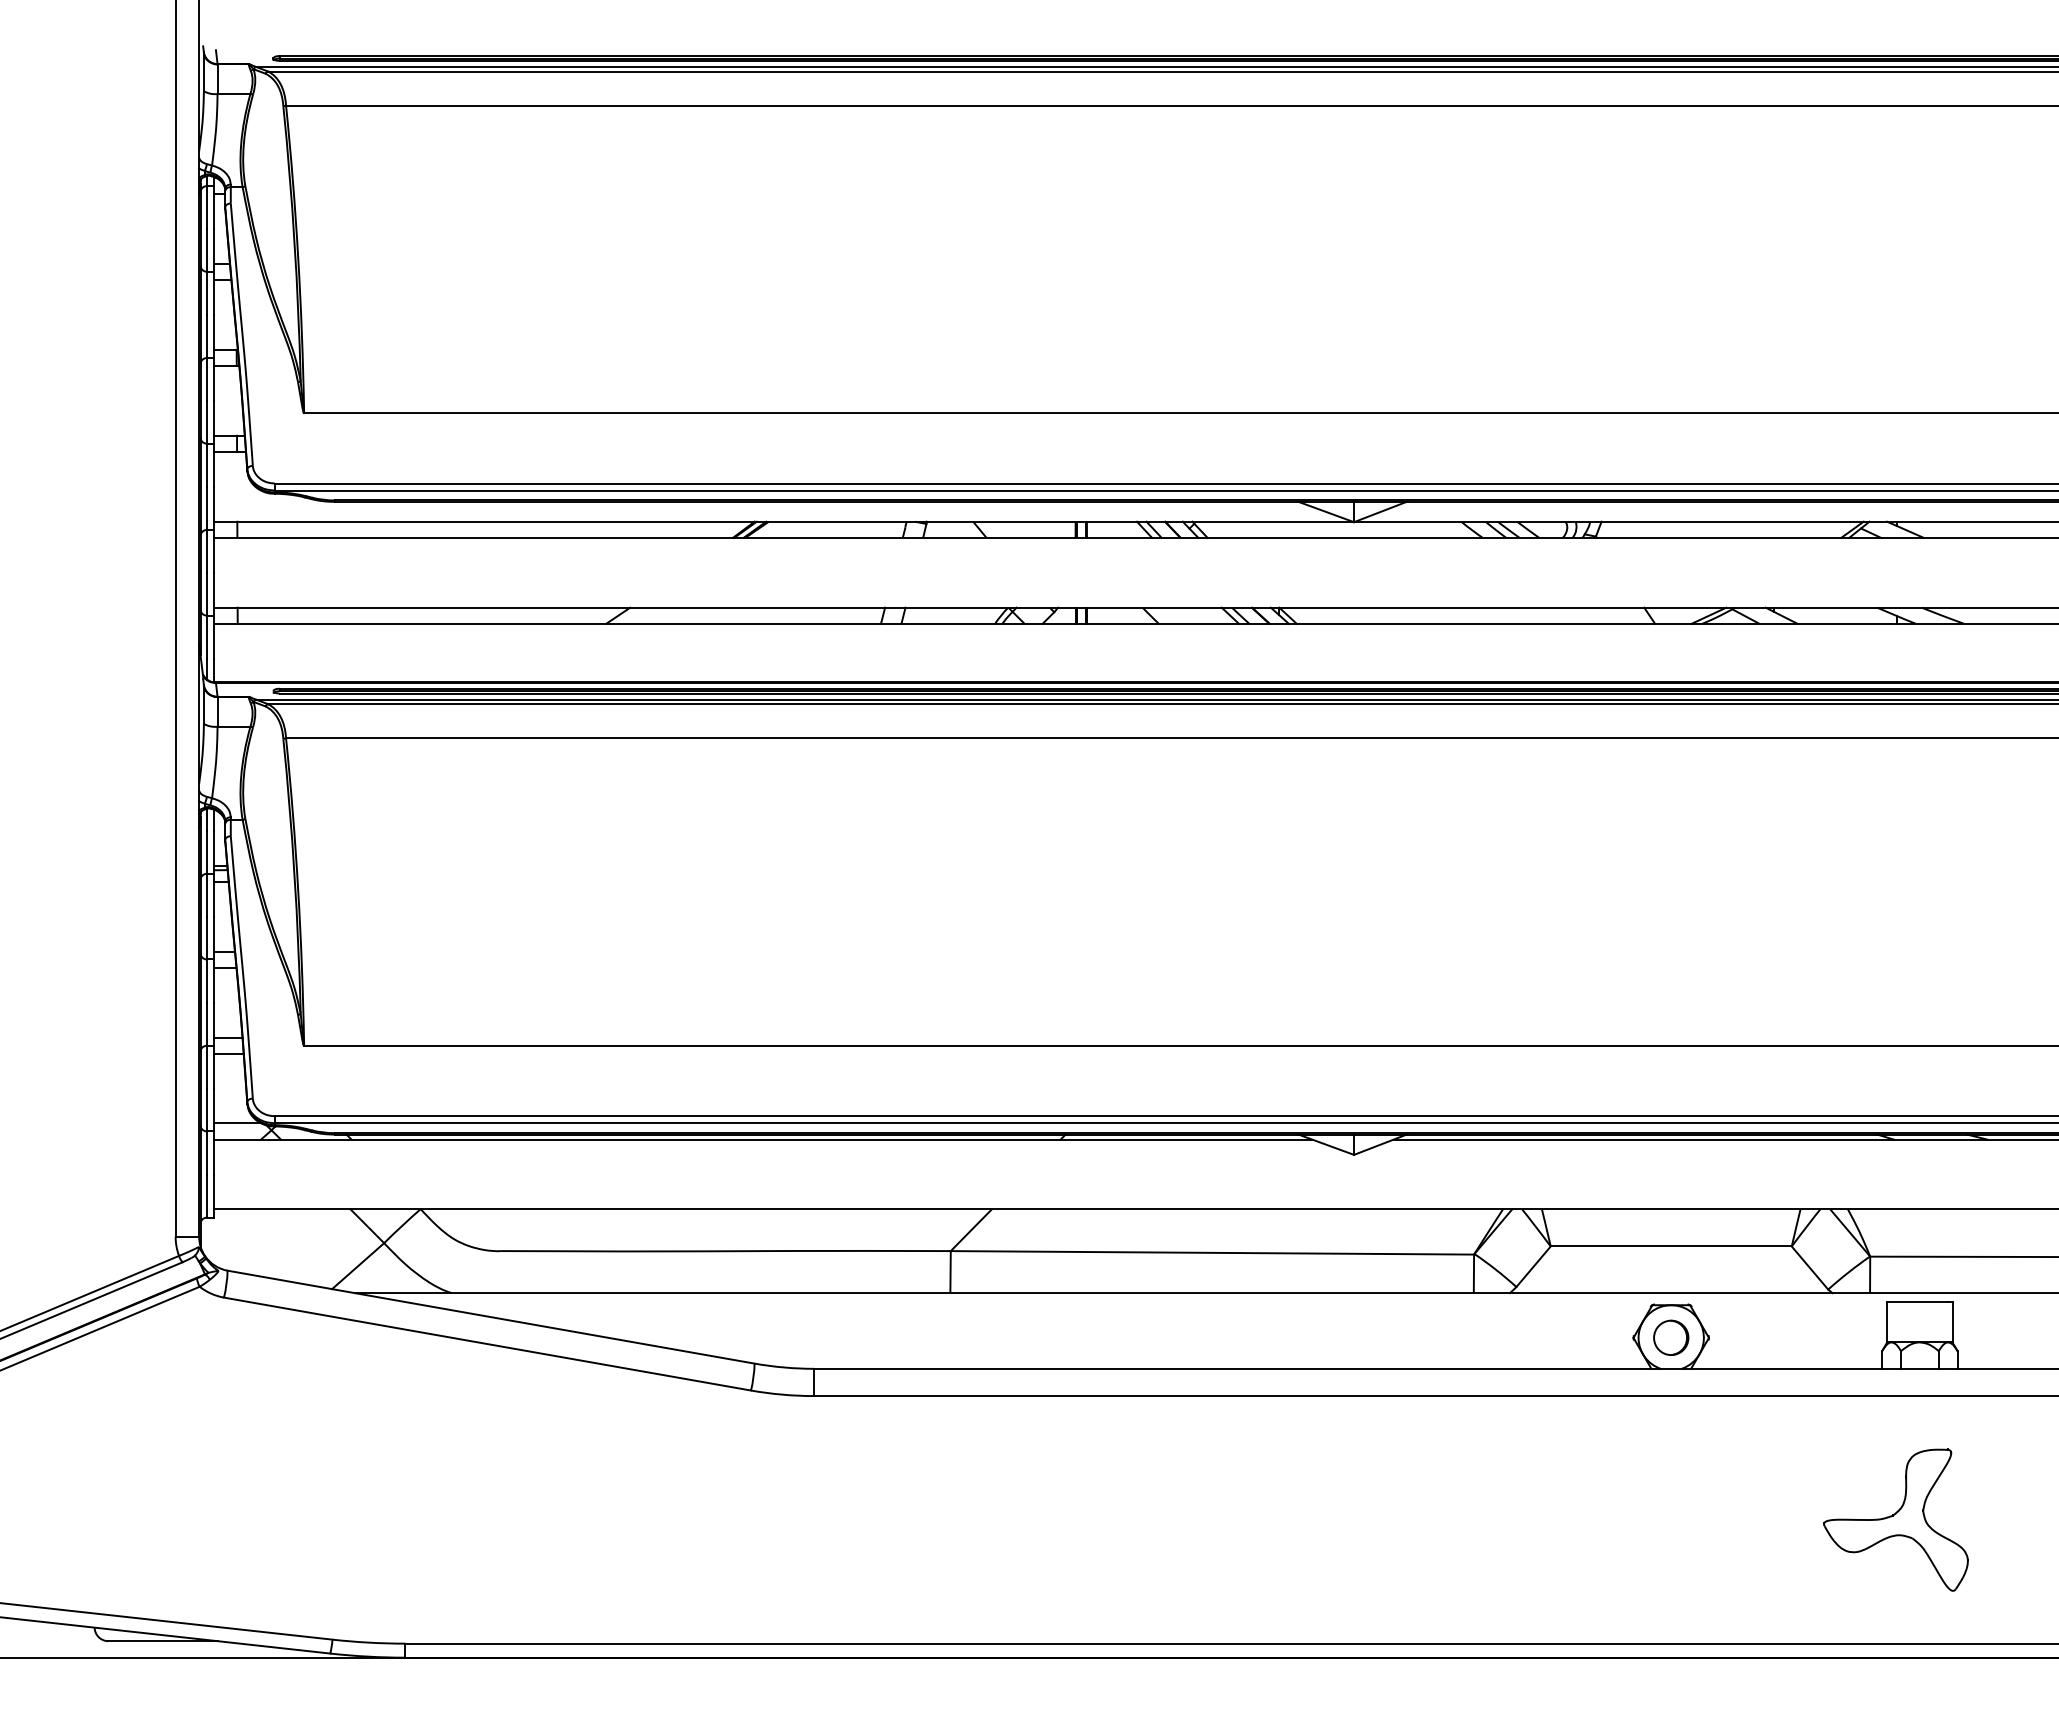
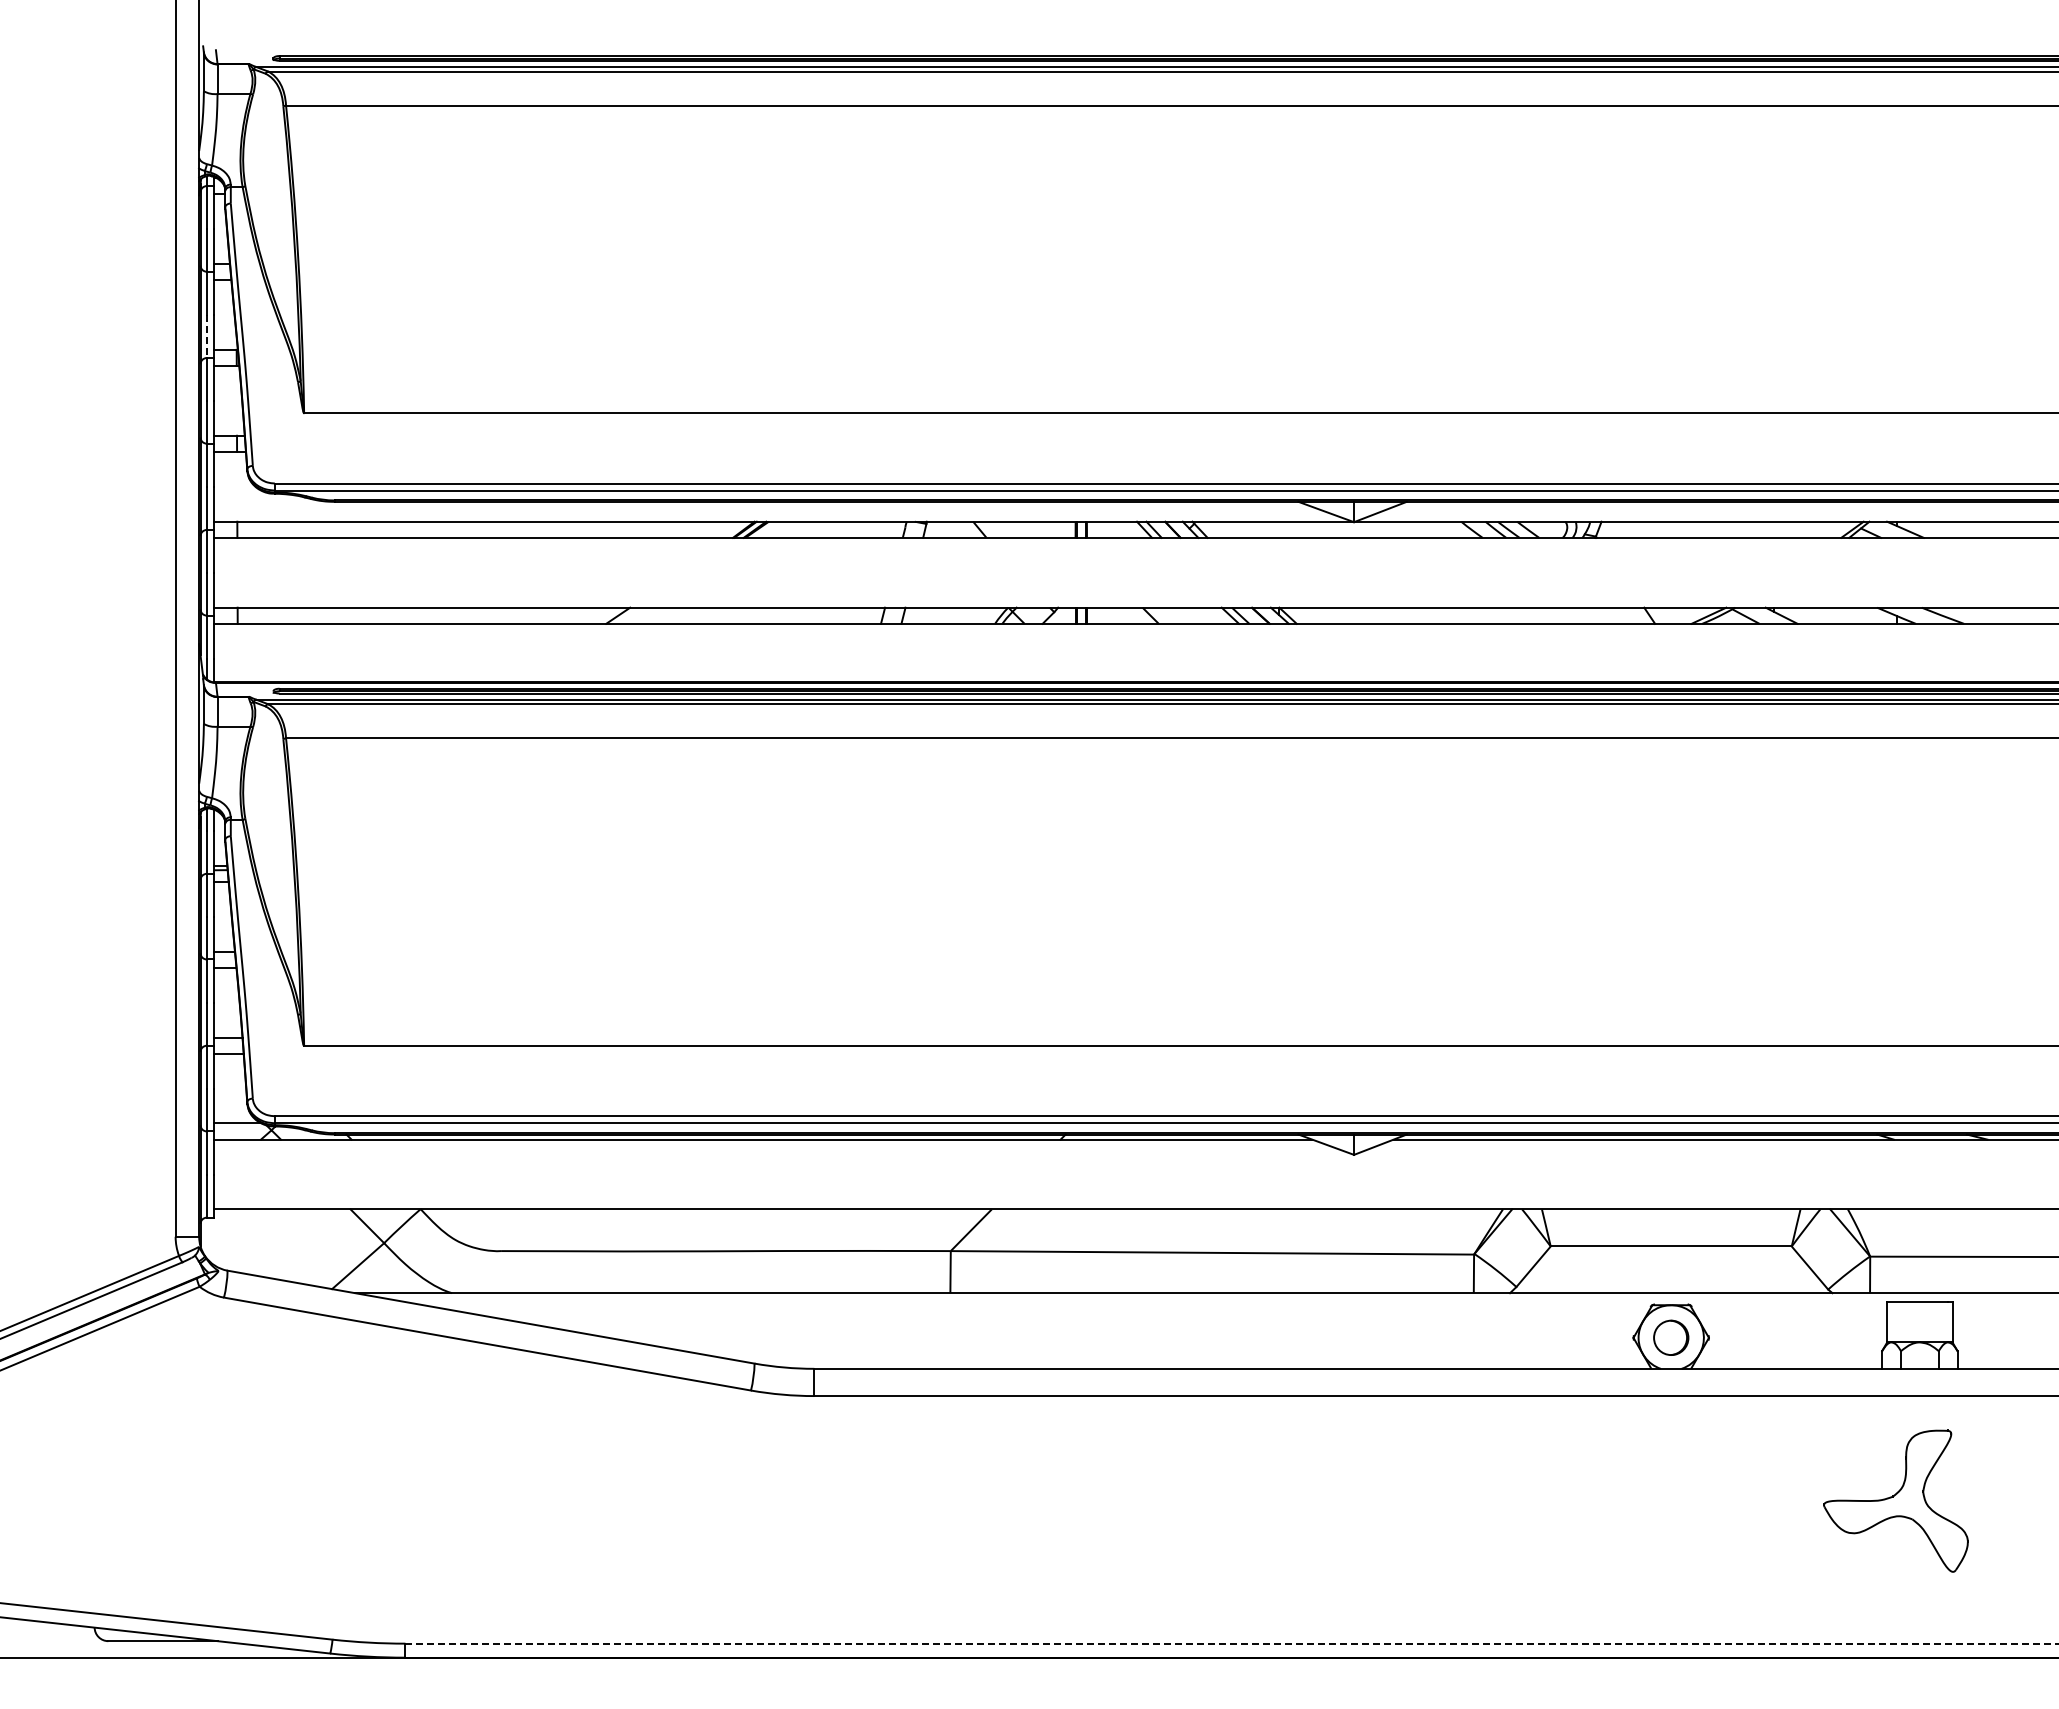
line at (206, 336): solid -> dashed
part at (1895, 1519) position: (1895, 1519) -> (1895, 1500)
line at (1232, 1643): solid -> dashed
